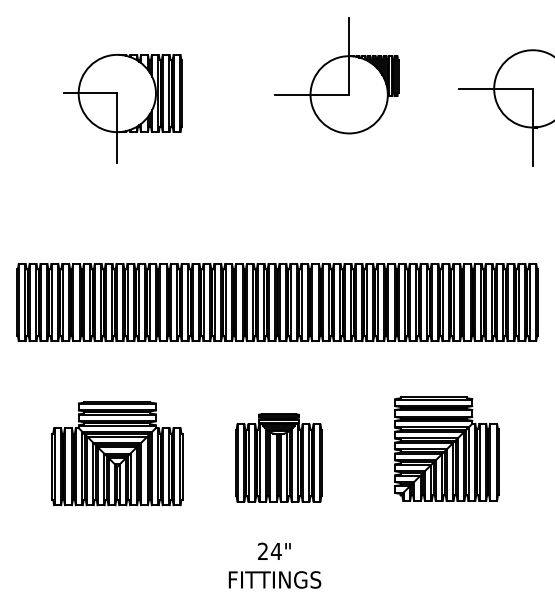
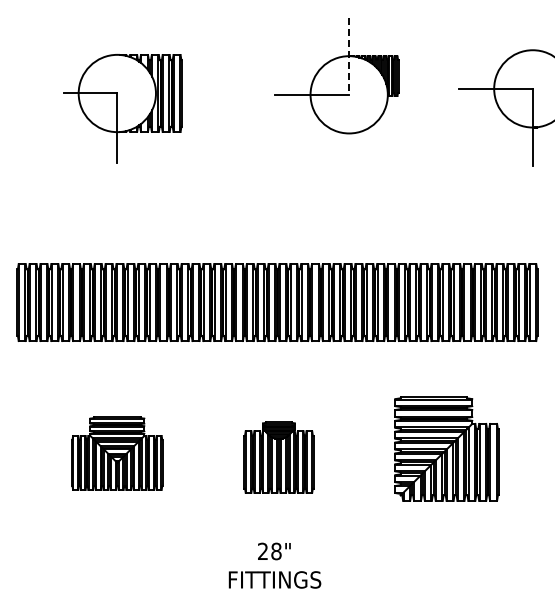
line at (349, 57): solid -> dashed
part at (117, 453) size: 133x106 px -> 93x75 px
part at (278, 457) size: 88x90 px -> 72x73 px
text at (275, 551): 24" -> 28"
